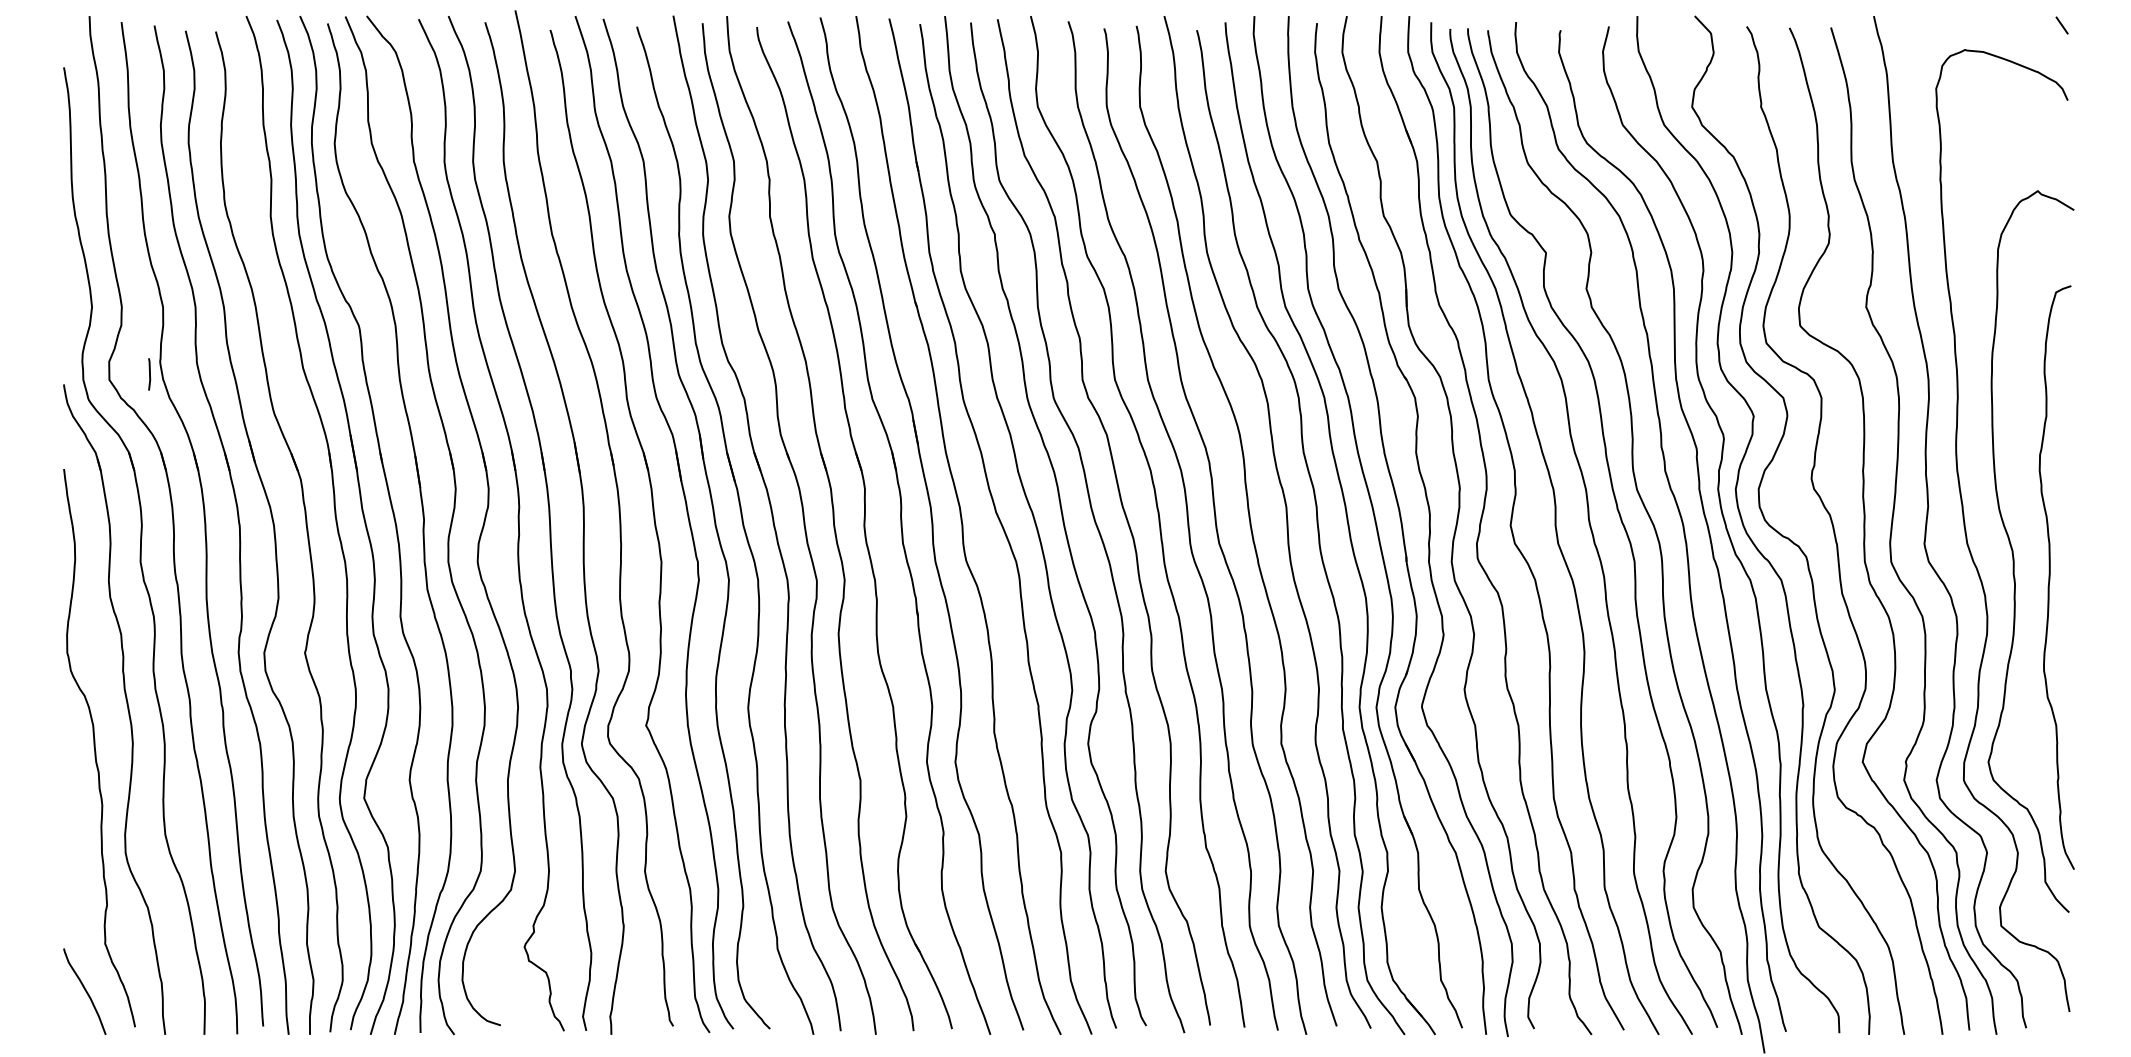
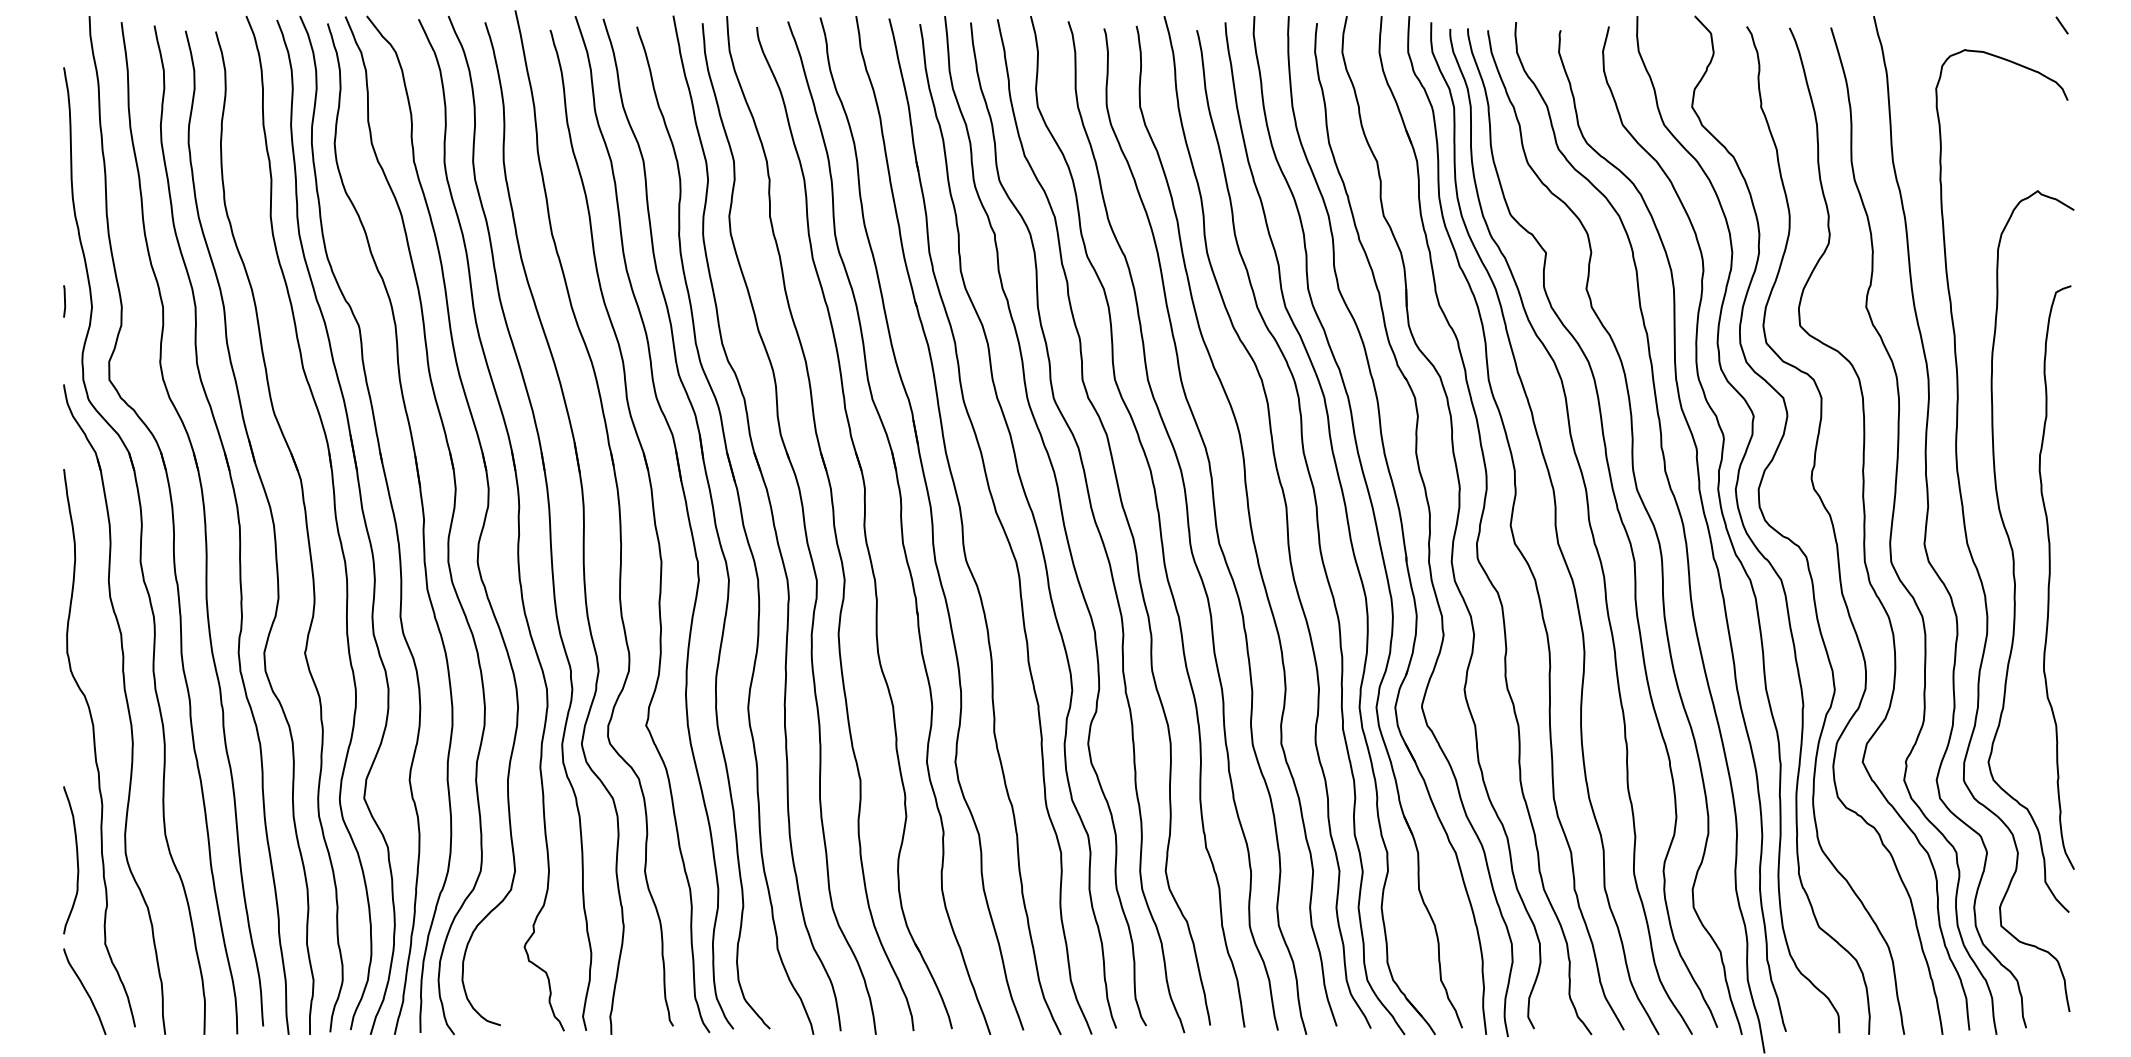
line at (149, 374) position: (149, 374) -> (64, 301)
curve at (76, 860): none -> present
